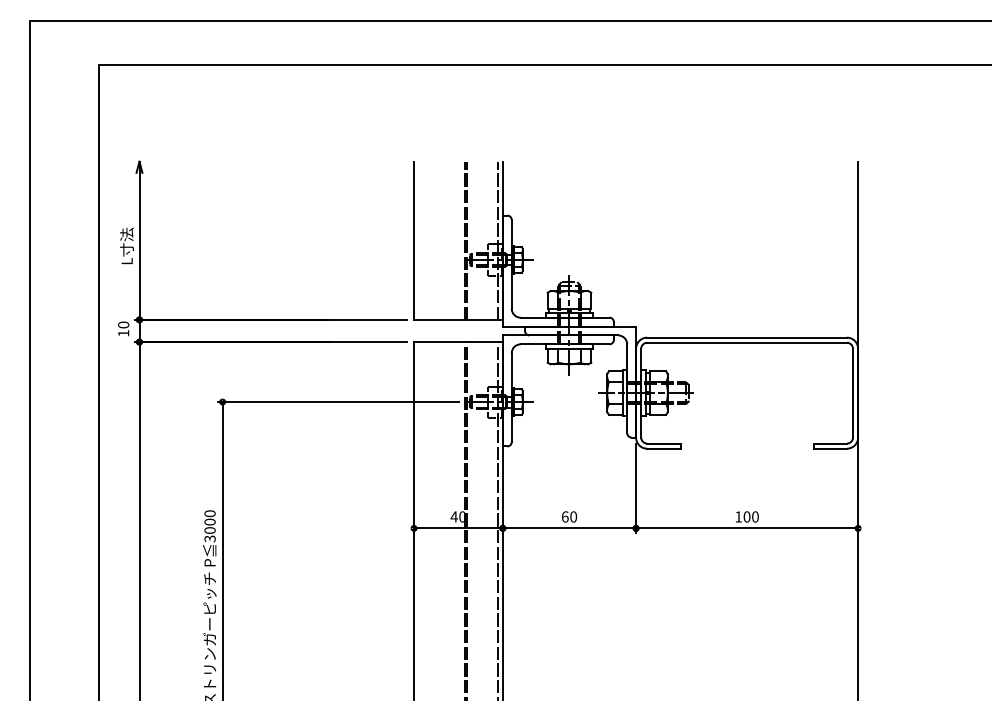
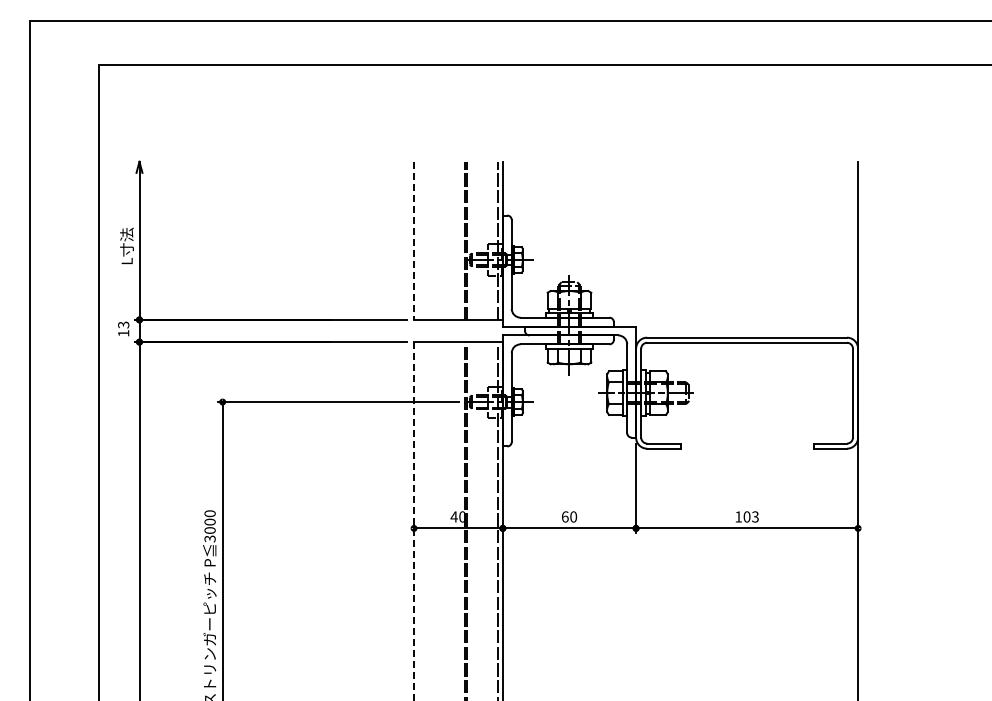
line at (414, 241): solid -> dashed
text at (123, 324): 10 -> 13
text at (755, 516): 100 -> 103
line at (414, 521): solid -> dashed
